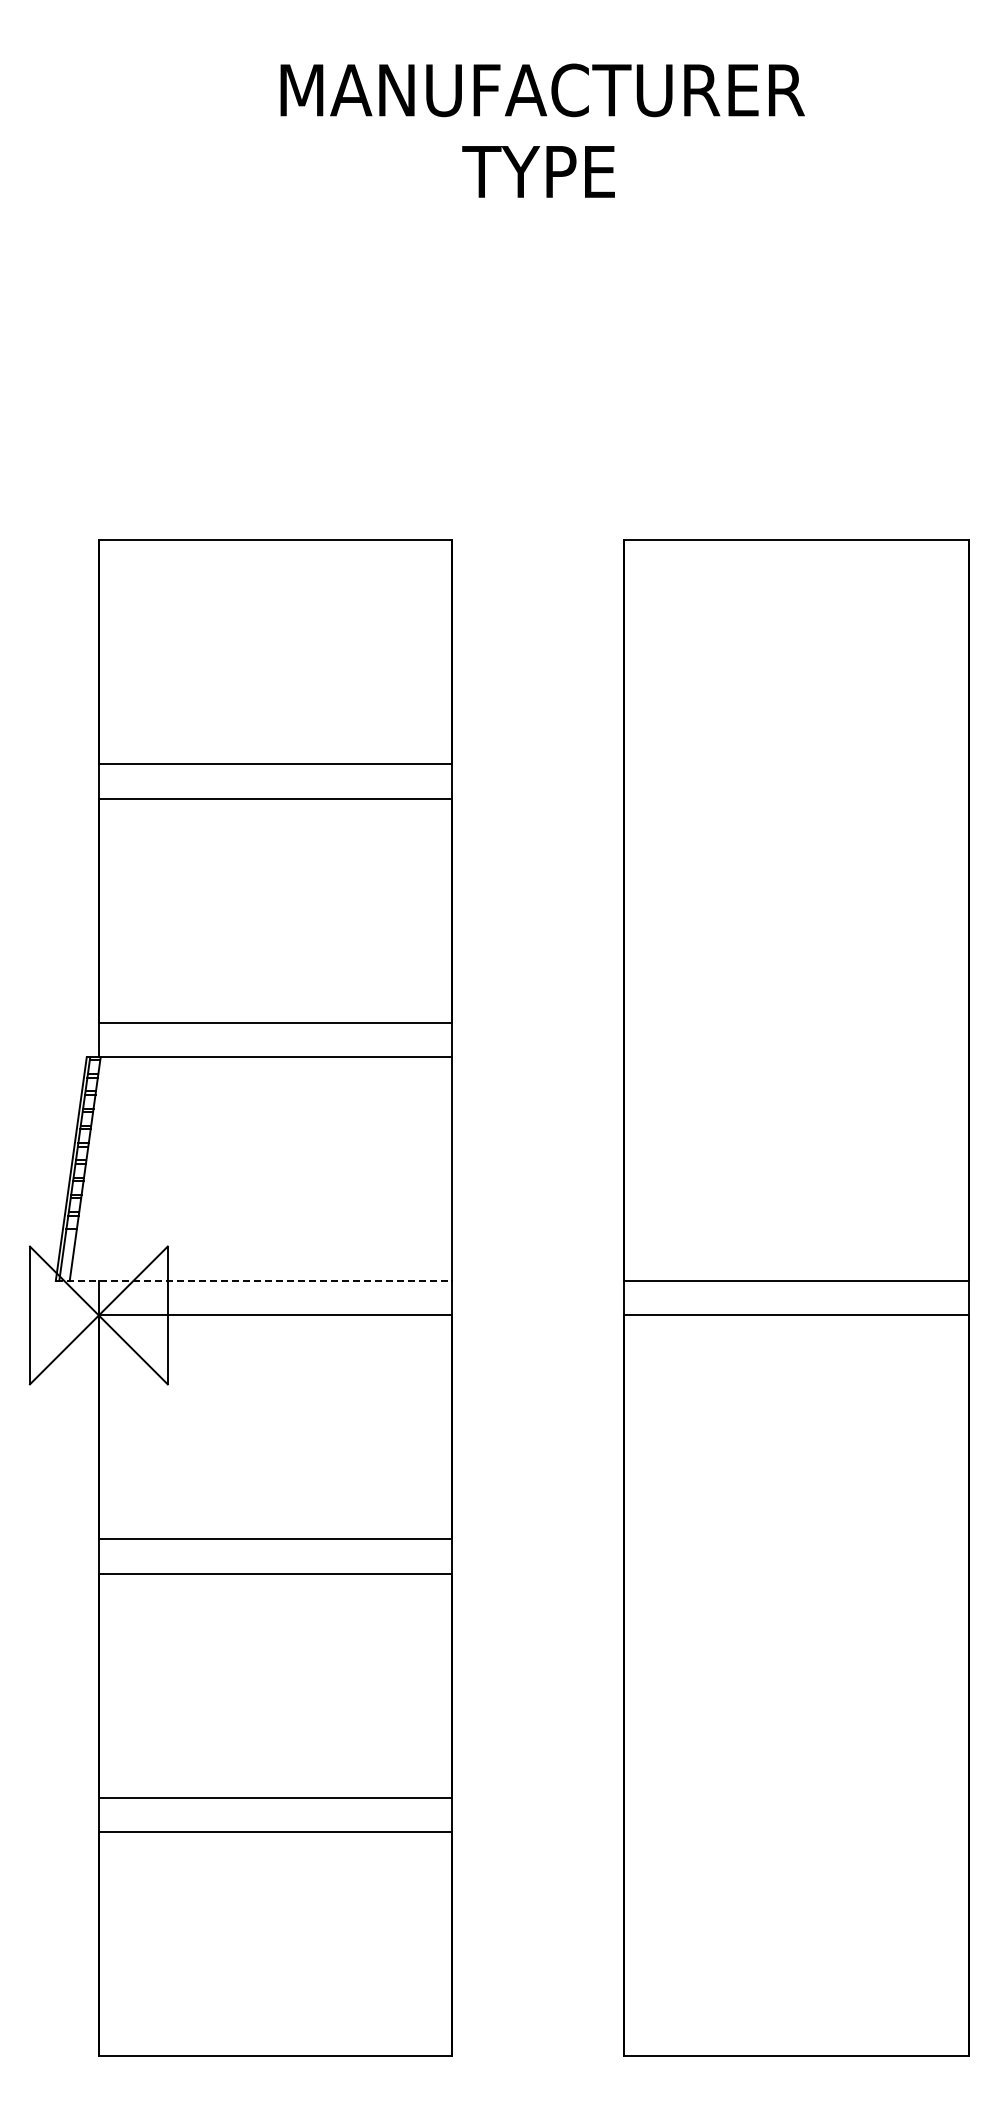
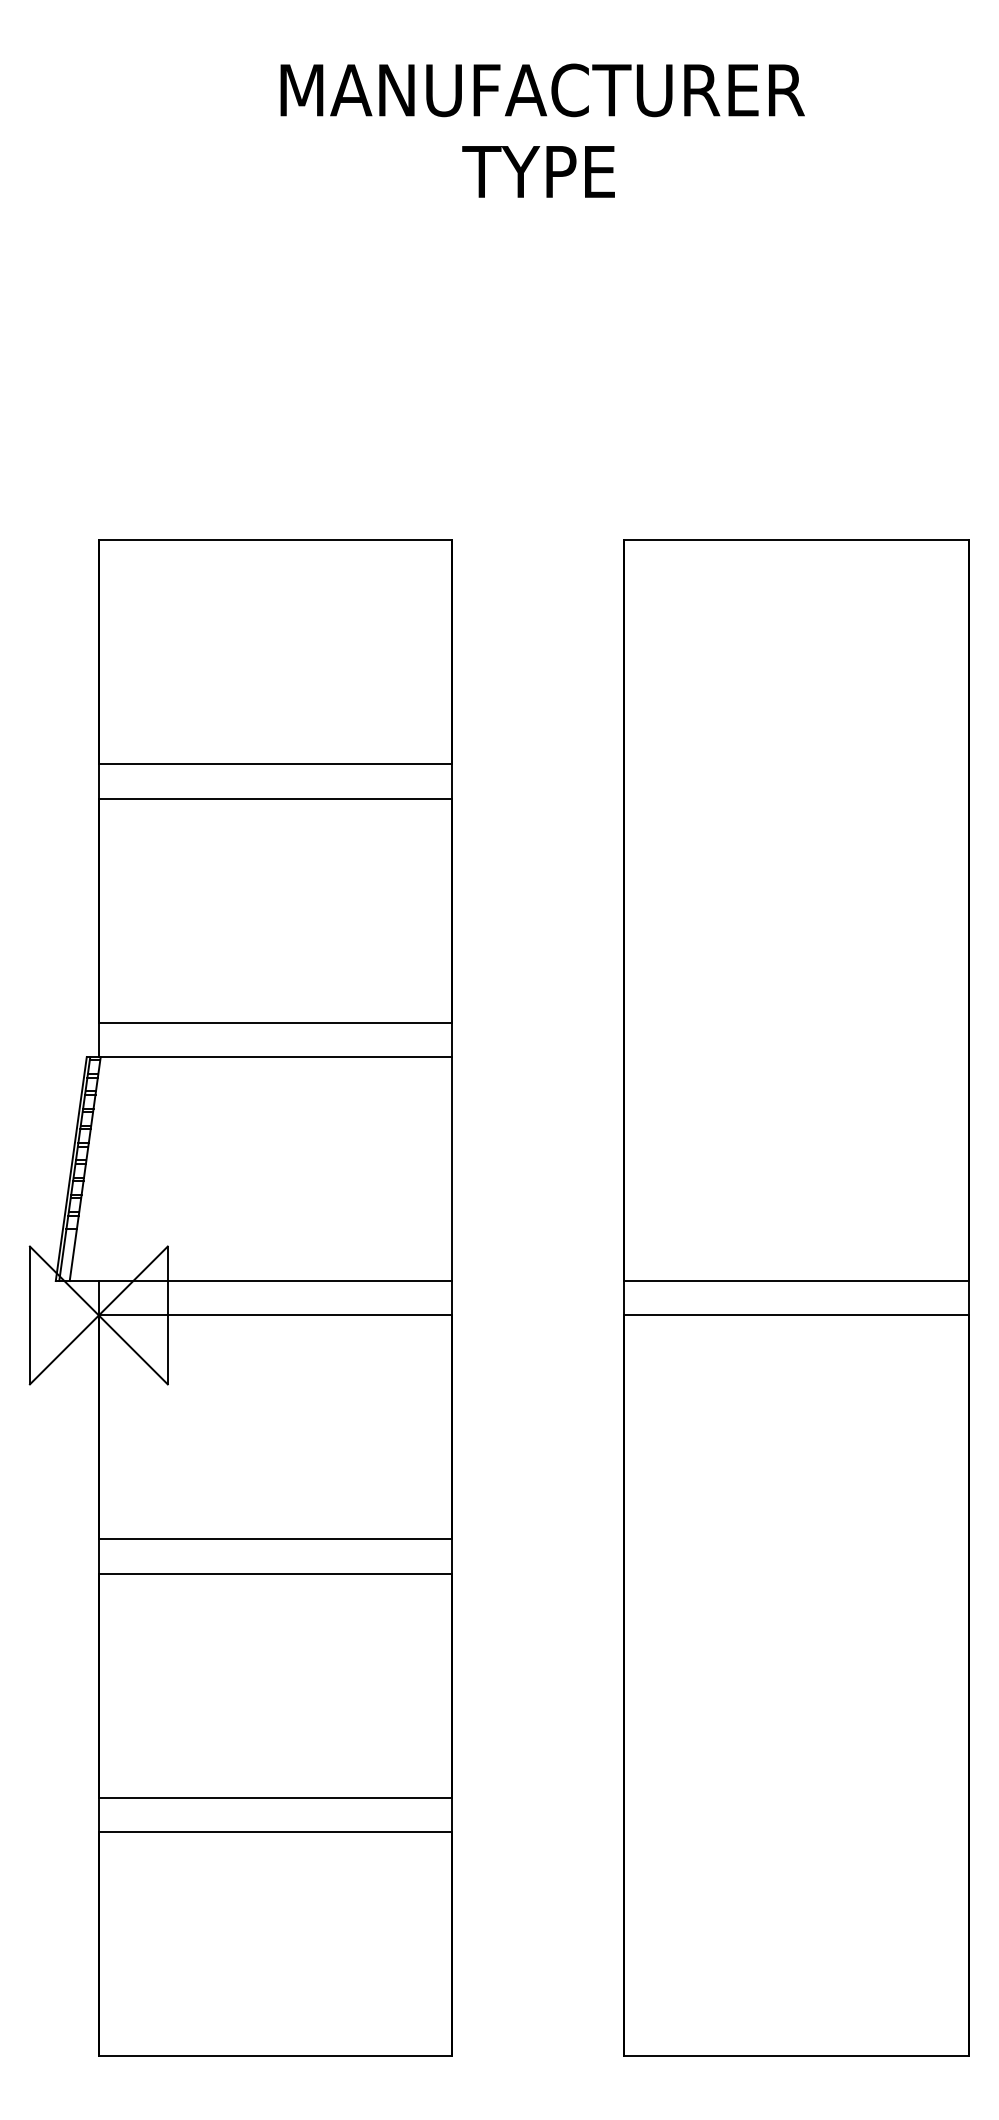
line at (254, 1281): dashed -> solid
